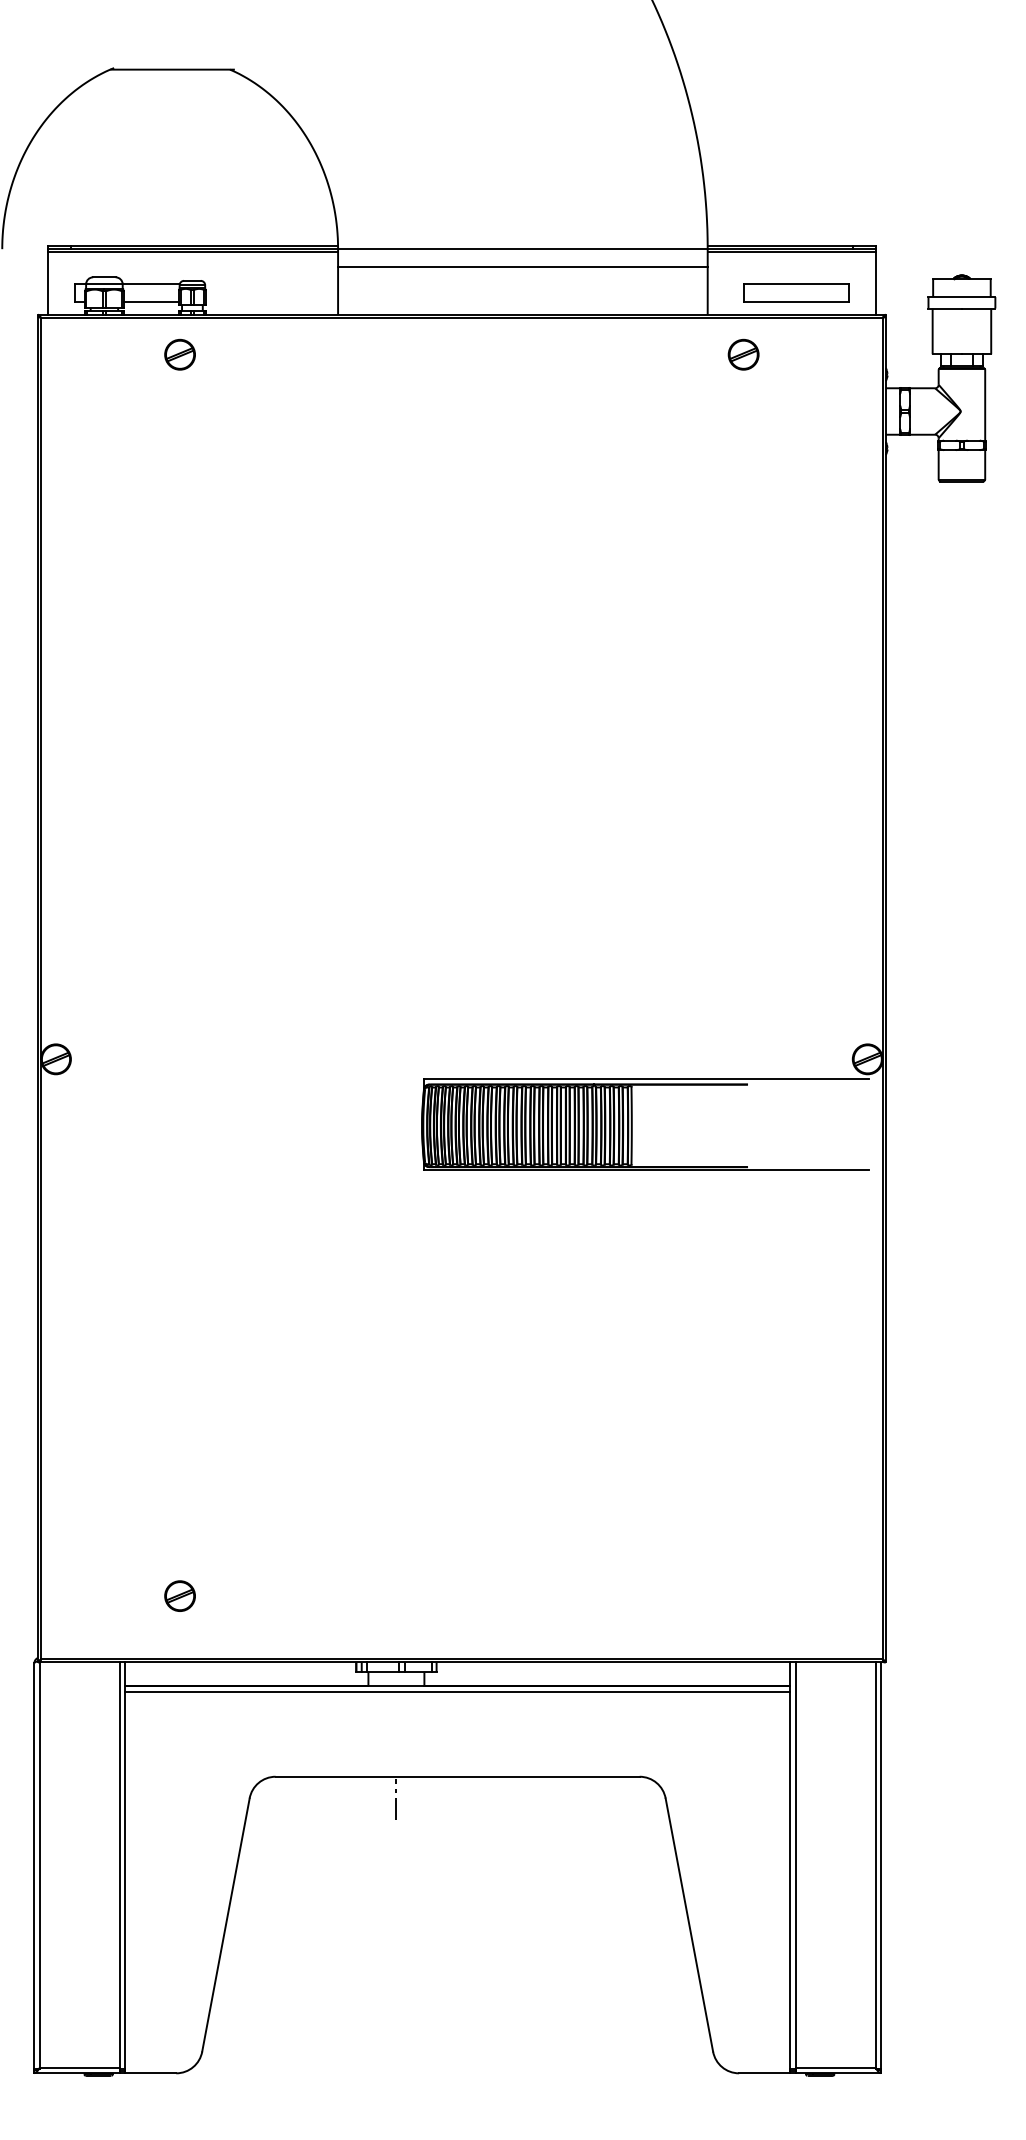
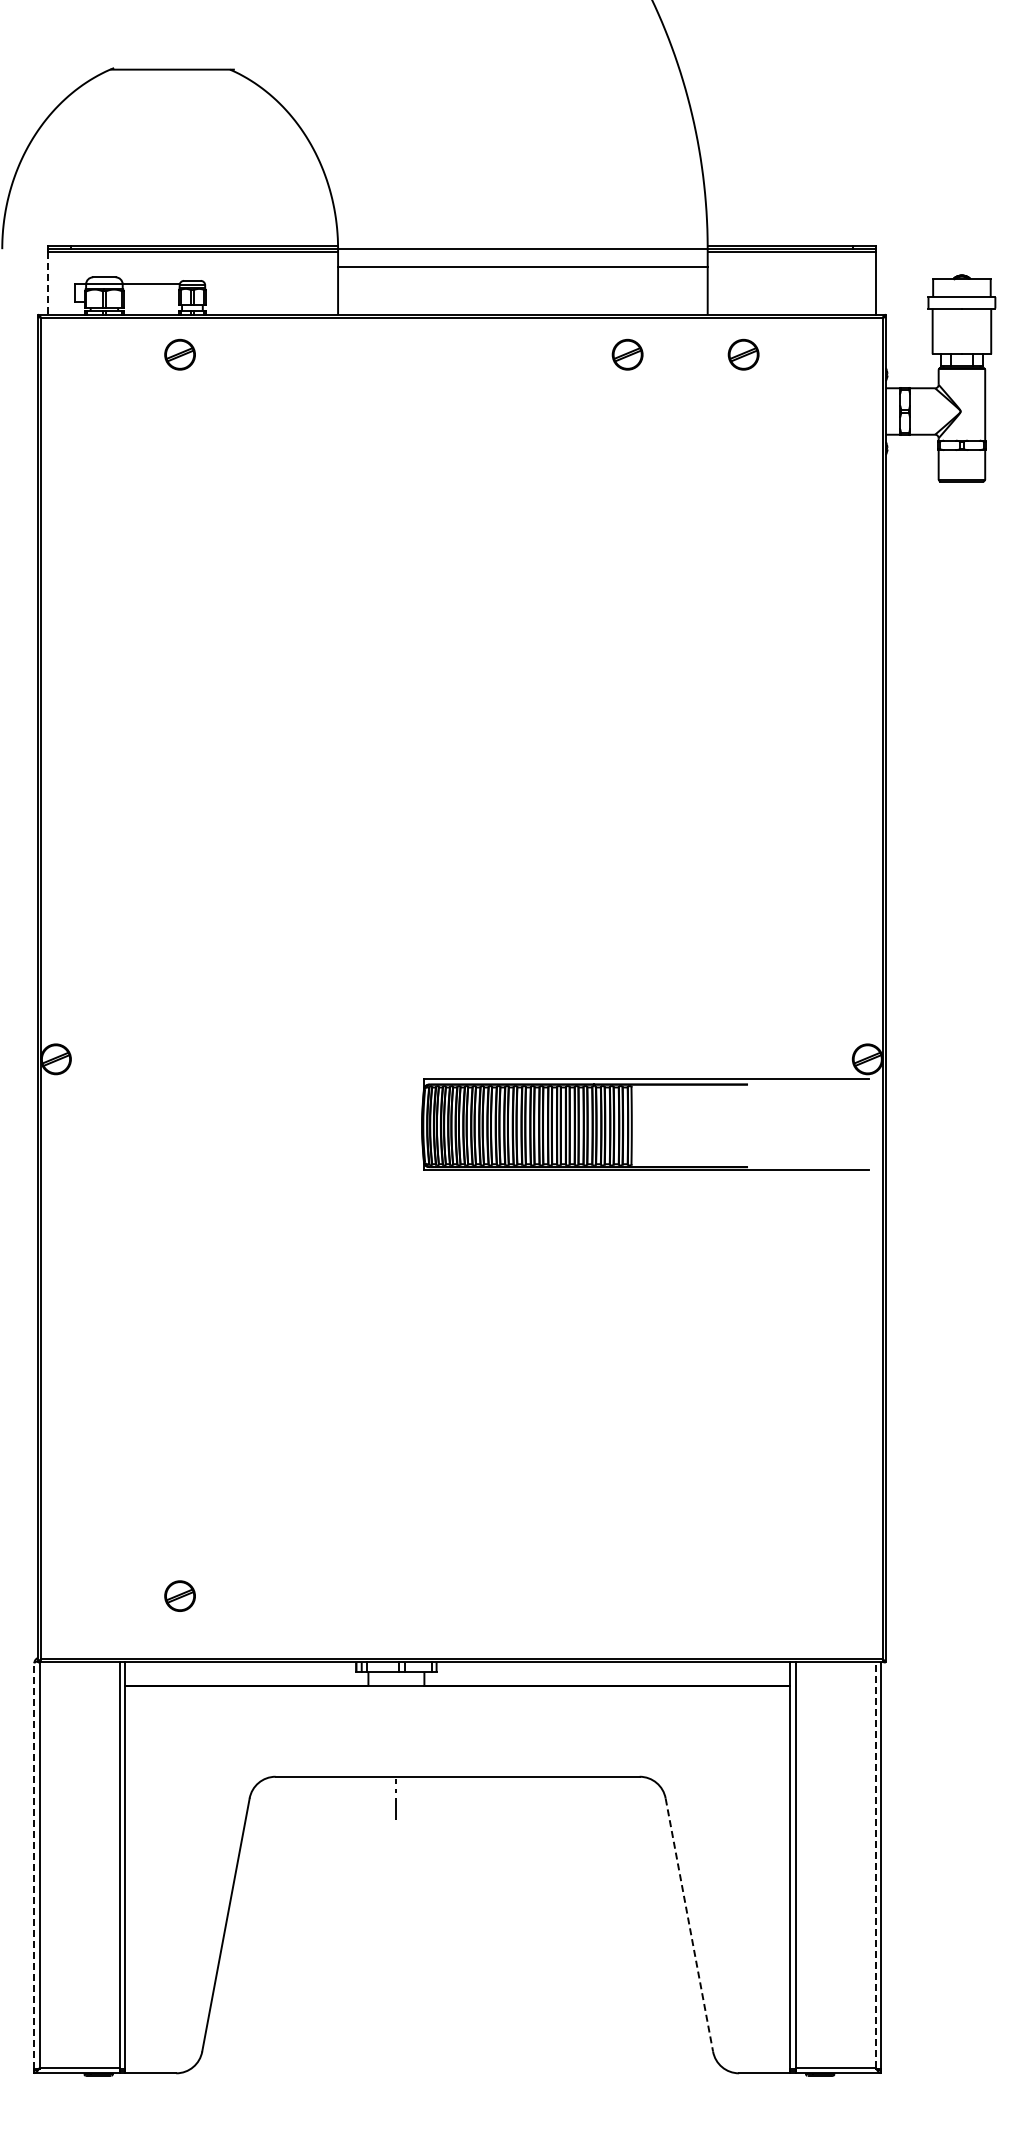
line at (48, 283): solid -> dashed
part at (796, 292): present -> none
line at (151, 301): present -> none
part at (627, 354): none -> present
line at (457, 1691): present -> none
line at (34, 1865): solid -> dashed
line at (875, 1865): solid -> dashed
line at (689, 1925): solid -> dashed
